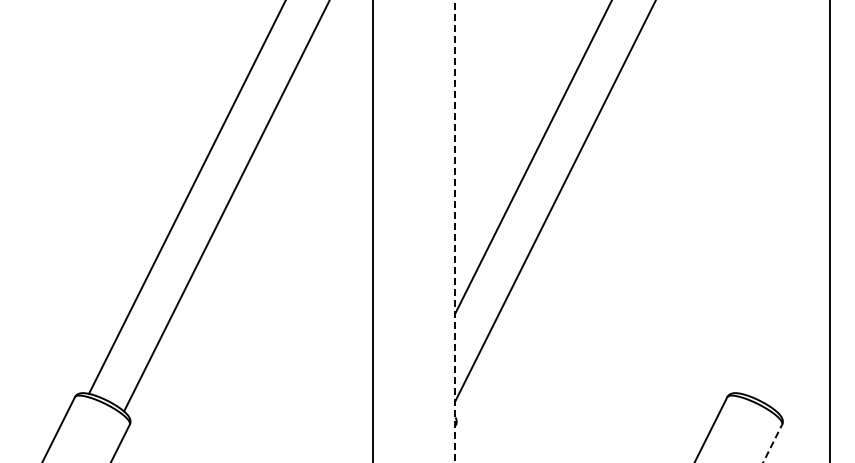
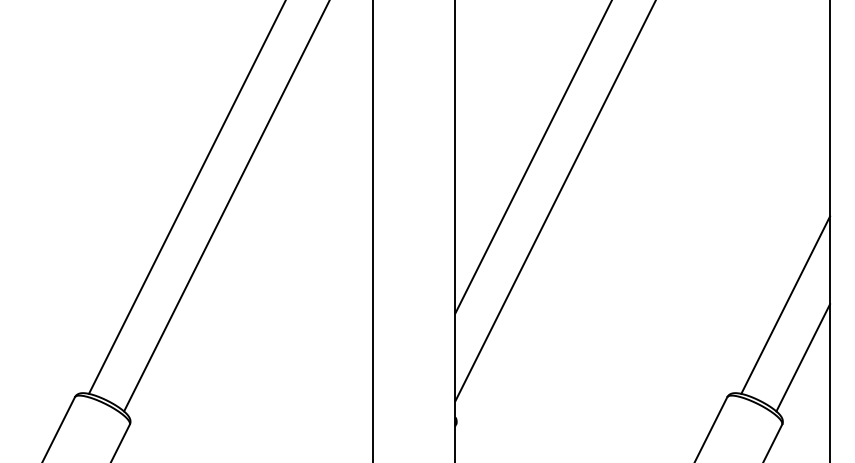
line at (455, 231): dashed -> solid
line at (785, 304): none -> present
line at (803, 357): none -> present
line at (772, 443): dashed -> solid
